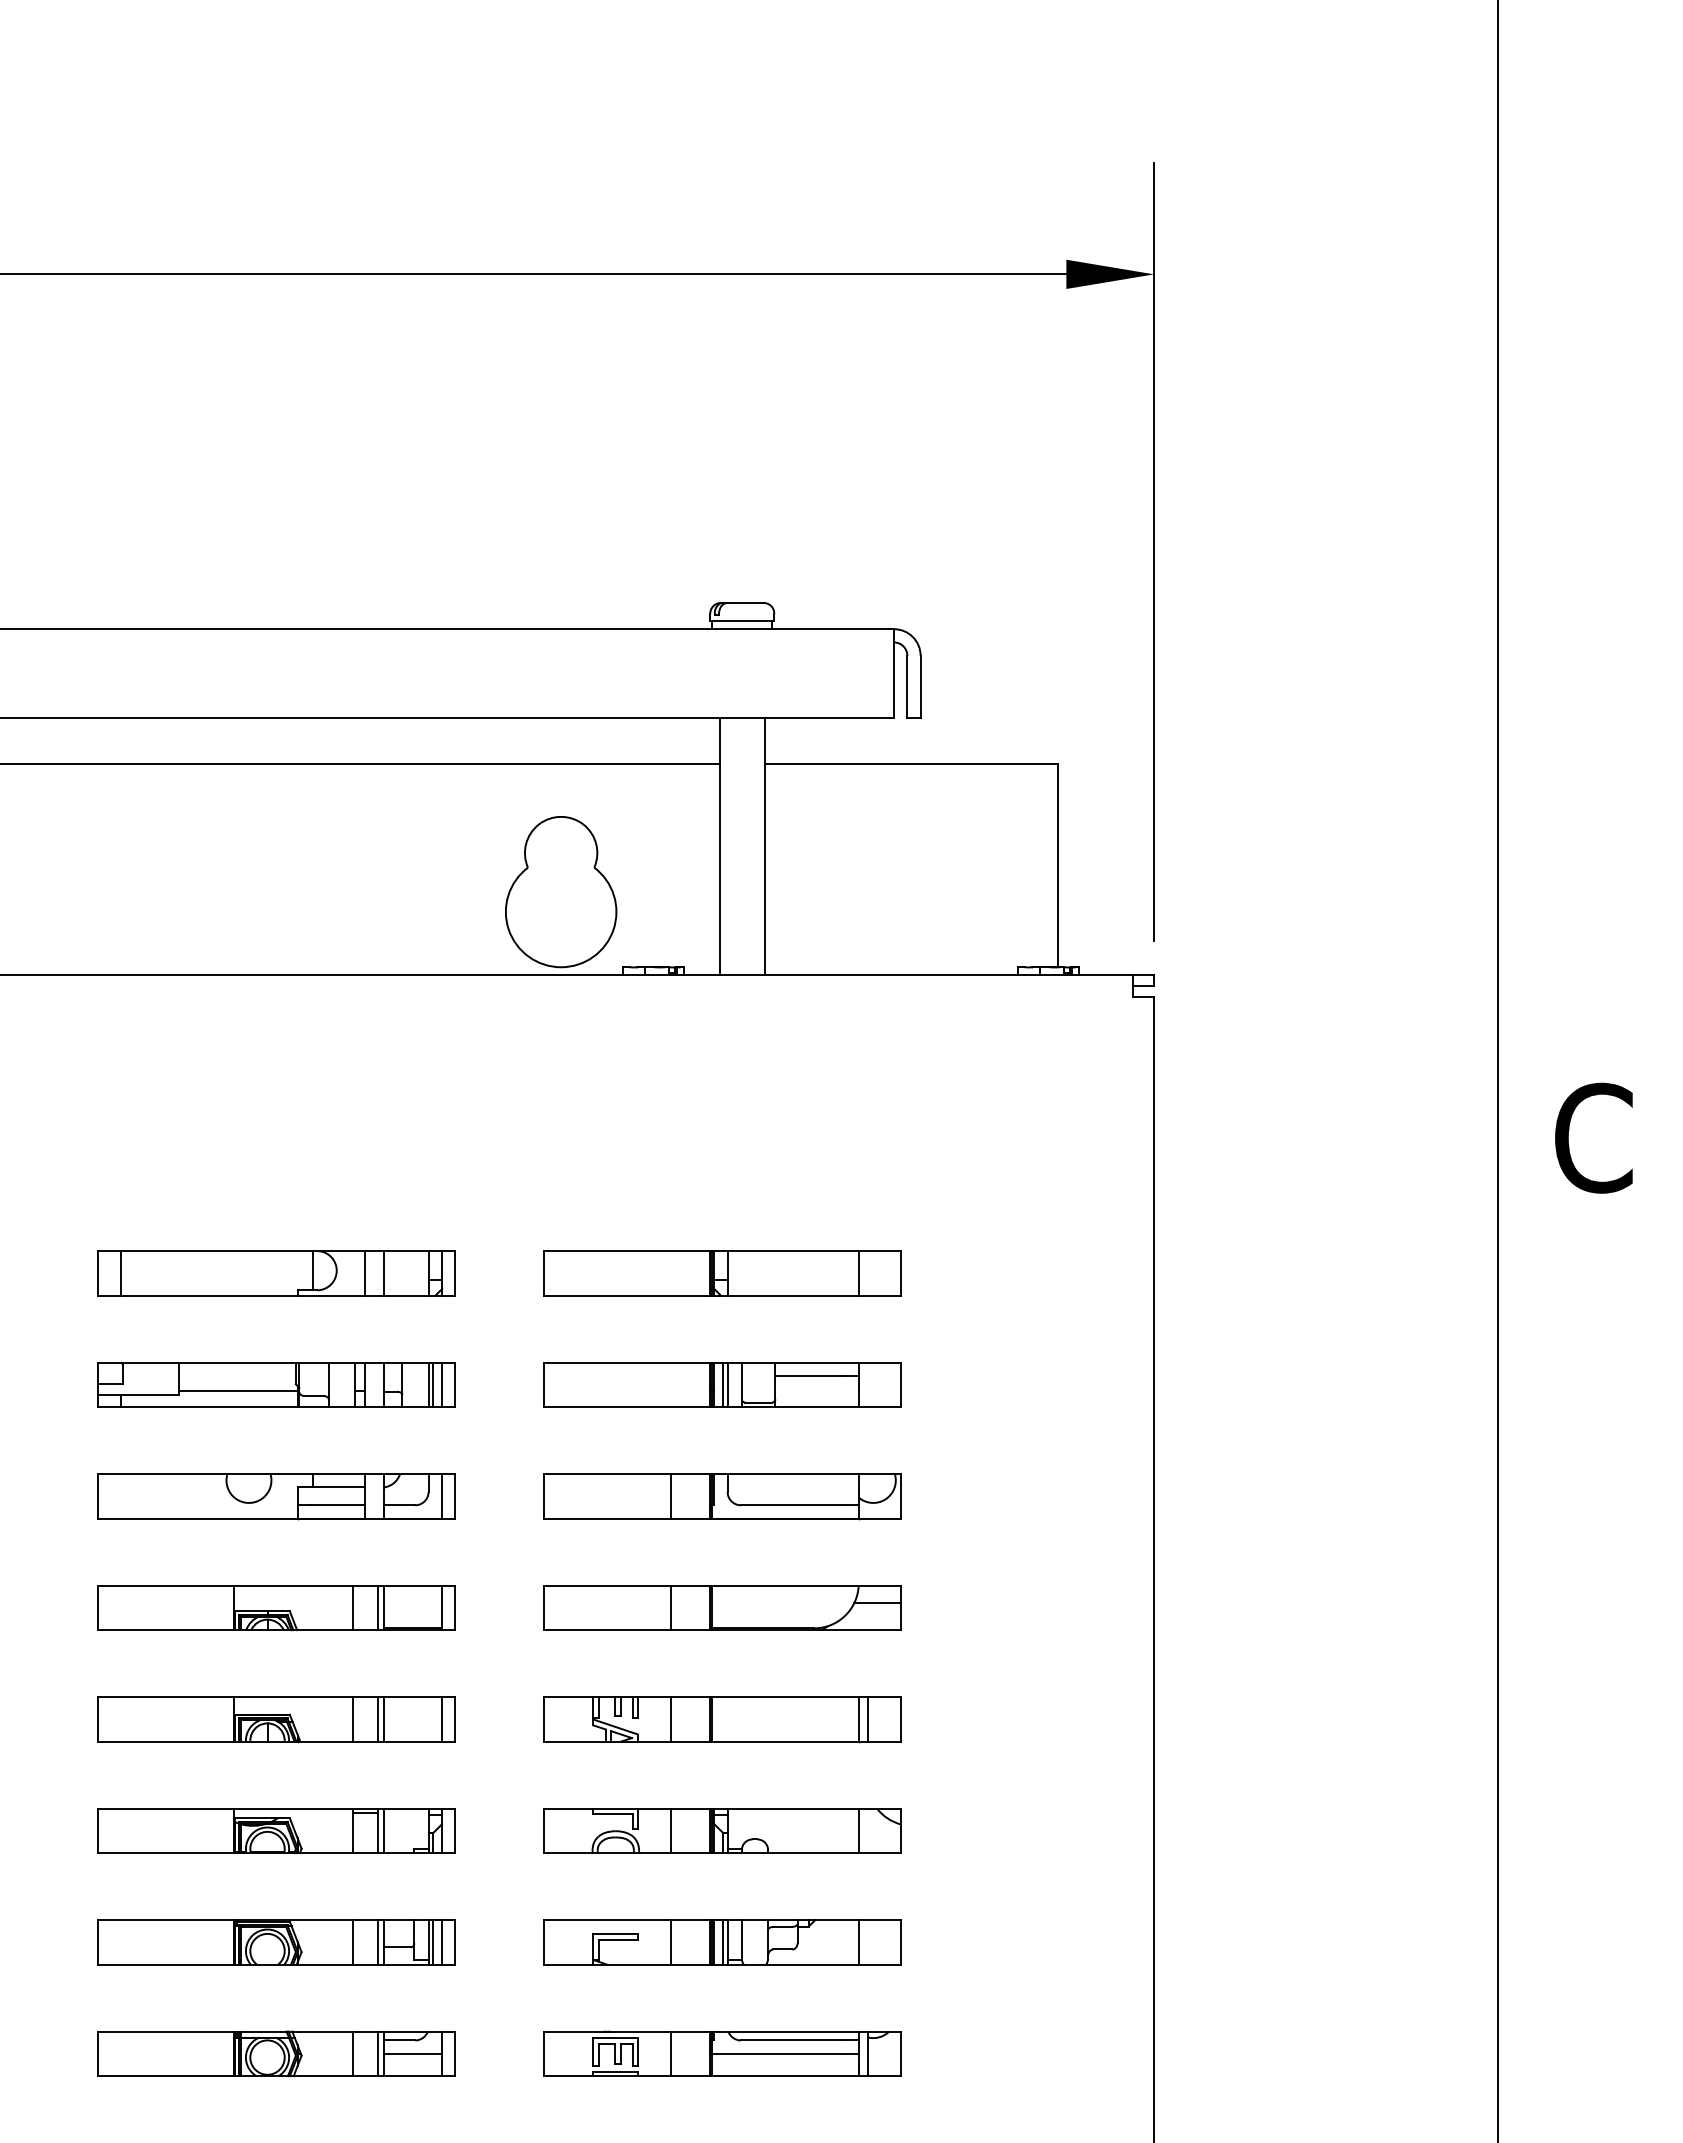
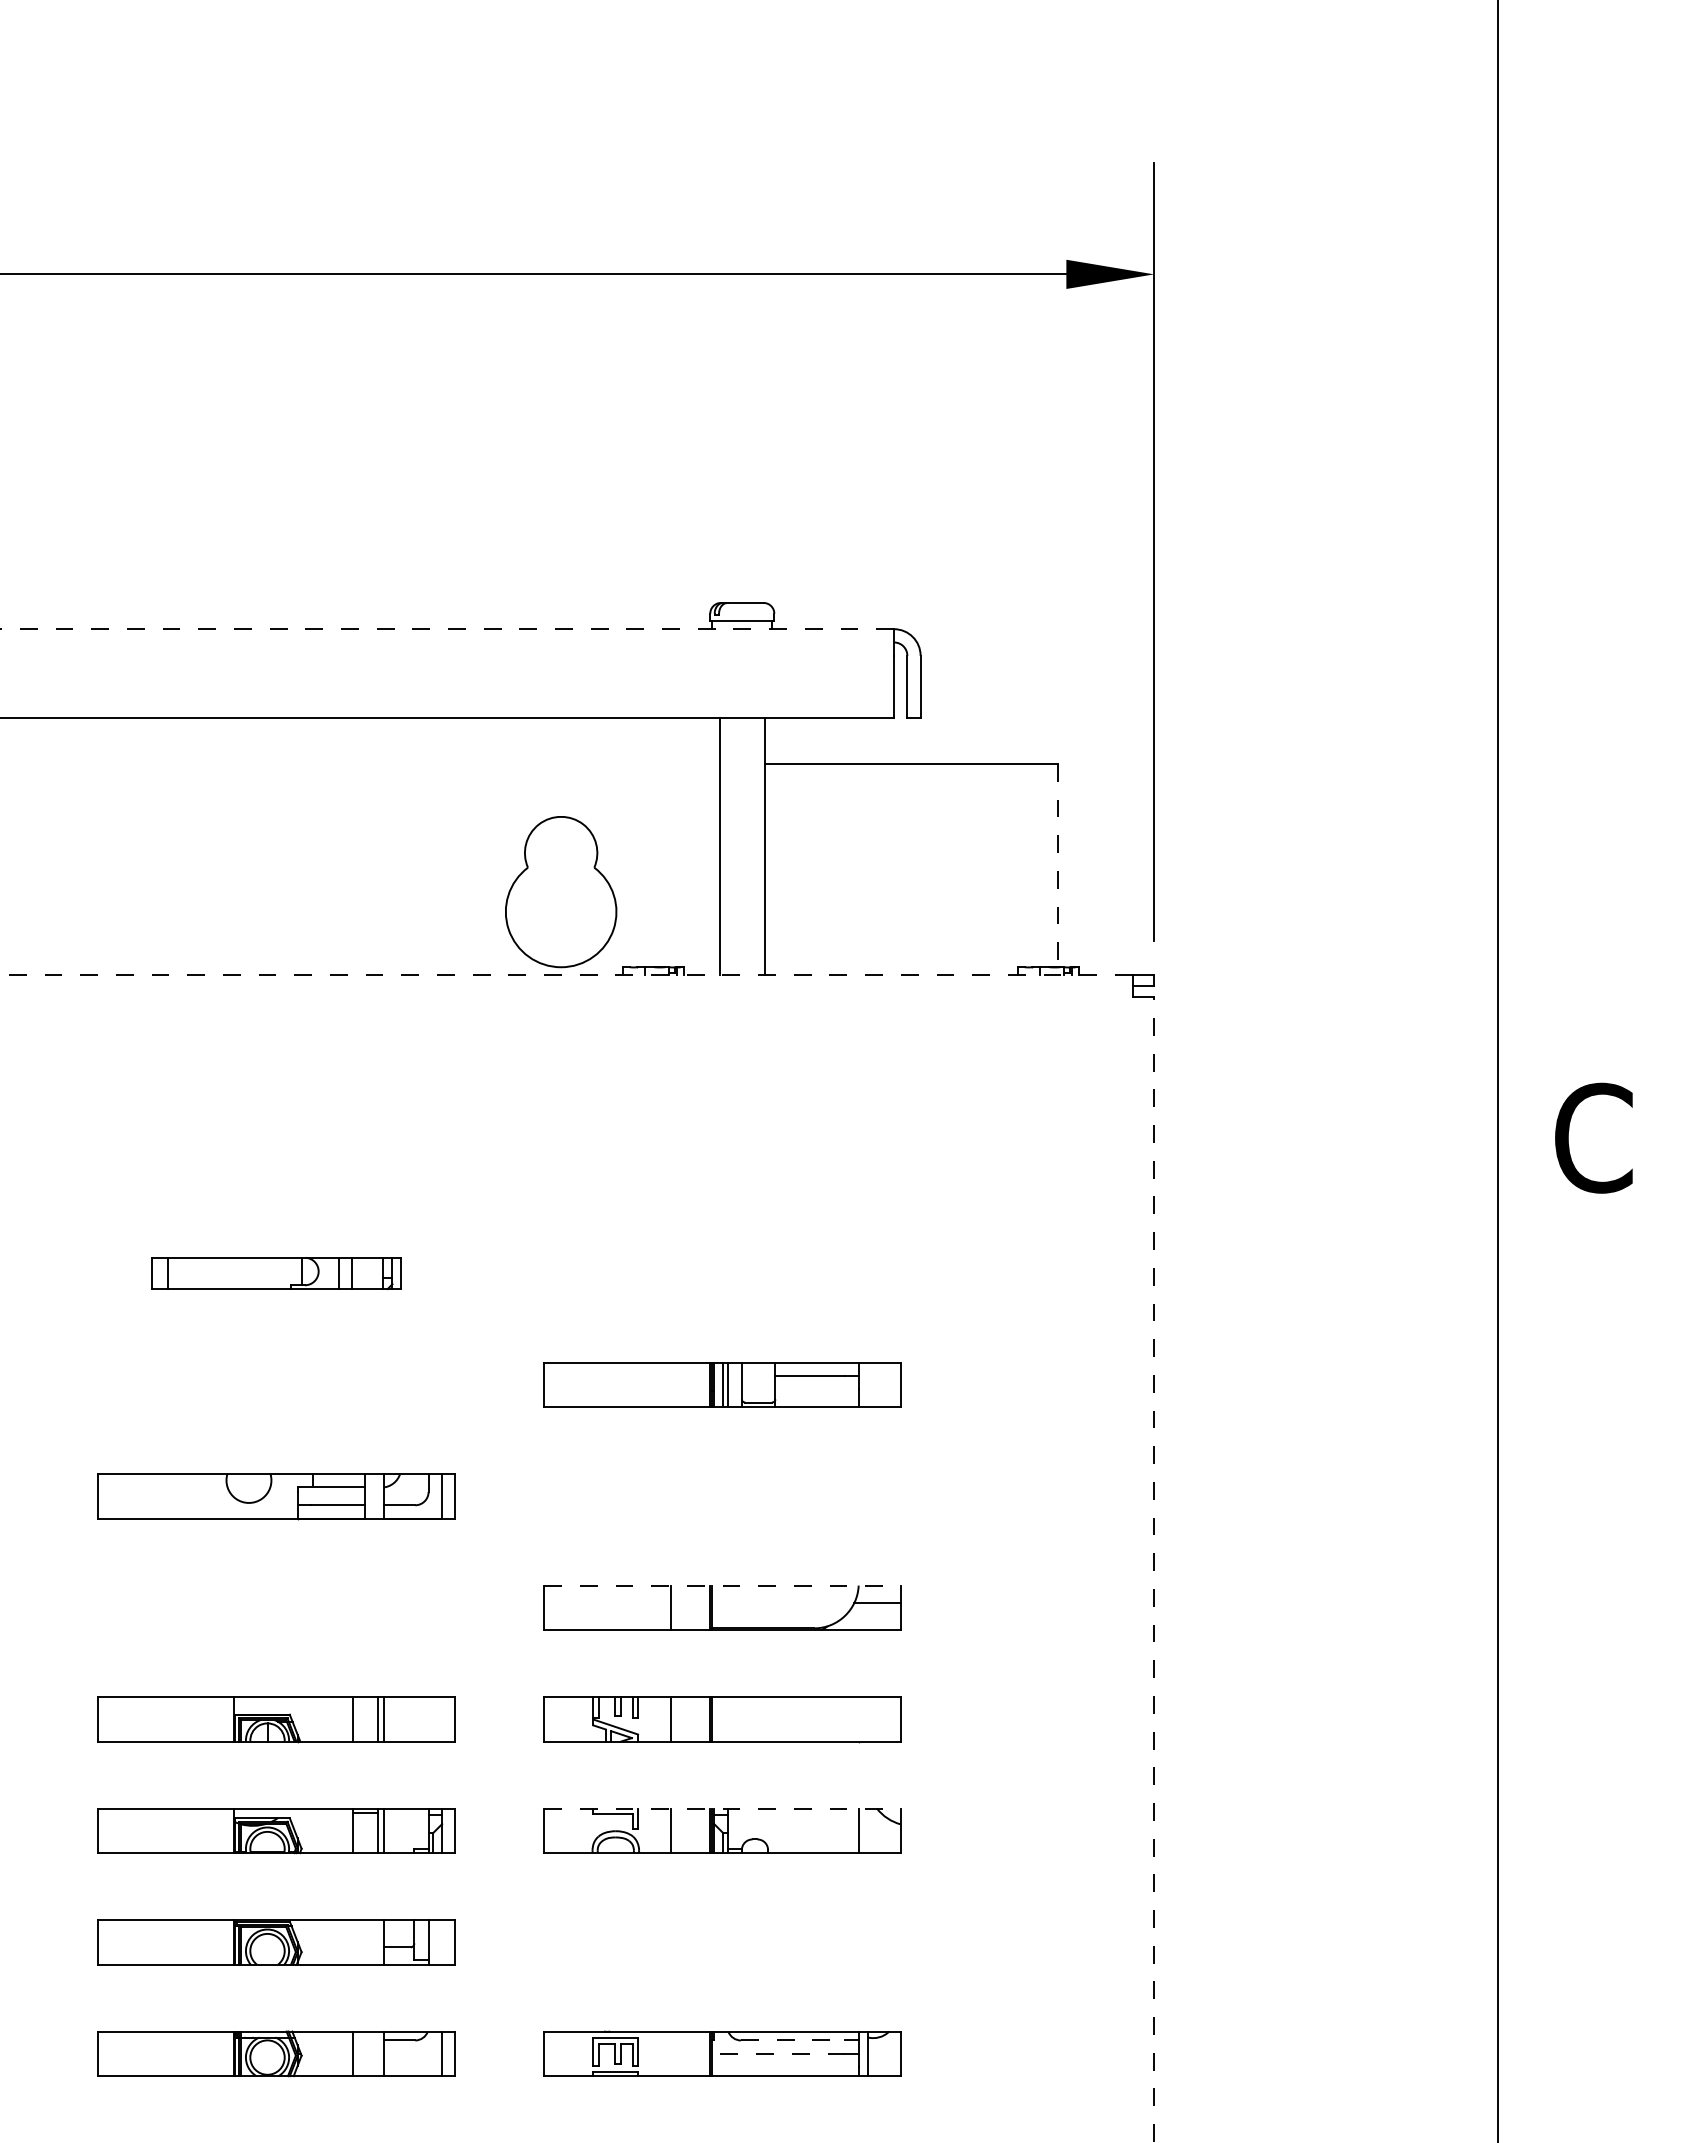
line at (447, 629): solid -> dashed
line at (361, 763): present -> none
line at (1057, 865): solid -> dashed
line at (565, 975): solid -> dashed
part at (276, 1273) size: 359x47 px -> 251x34 px
part at (722, 1273): present -> none
part at (276, 1384): present -> none
part at (722, 1496): present -> none
line at (1154, 1569): solid -> dashed
line at (723, 1585): solid -> dashed
part at (276, 1608): present -> none
line at (442, 1719): present -> none
line at (858, 1719): present -> none
line at (867, 1719): present -> none
line at (723, 1808): solid -> dashed
line at (352, 1942): present -> none
line at (378, 1942): present -> none
line at (433, 1942): present -> none
line at (442, 1942): present -> none
part at (722, 1942): present -> none
line at (793, 2040): solid -> dashed
line at (378, 2053): present -> none
line at (412, 2053): present -> none
line at (671, 2053): present -> none
line at (778, 2053): solid -> dashed
